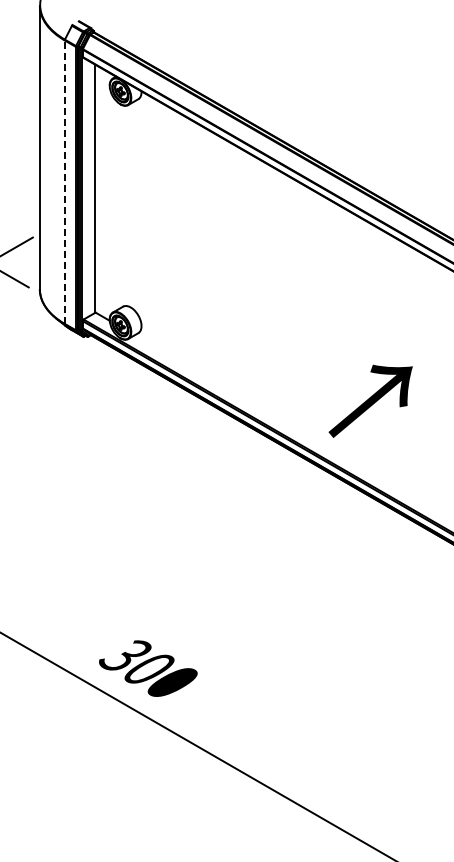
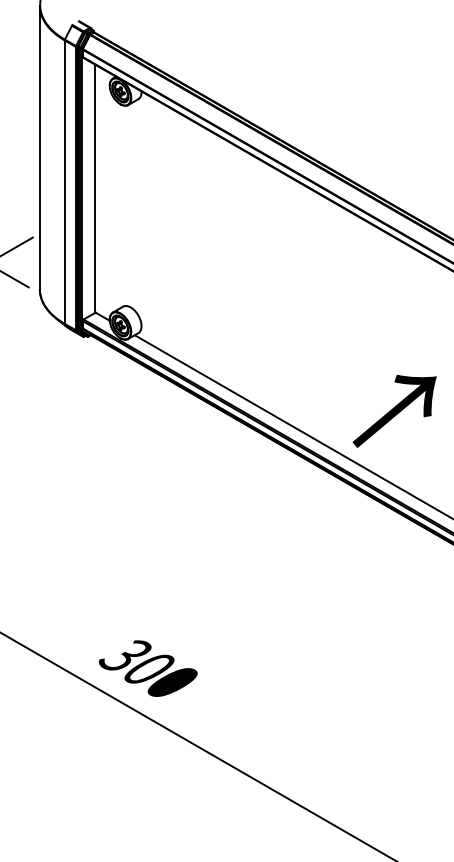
line at (64, 182): dashed -> solid
text at (370, 400) position: (370, 400) -> (394, 410)
line at (292, 426): none -> present
